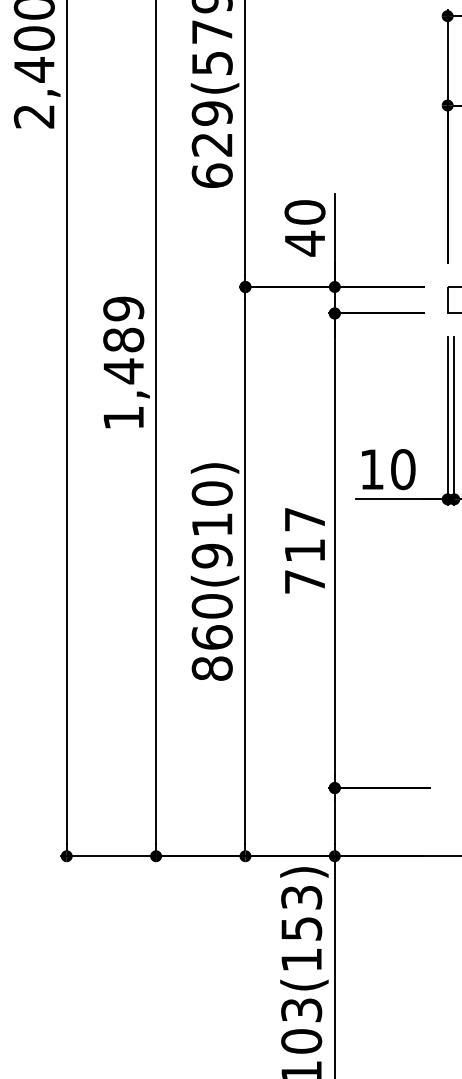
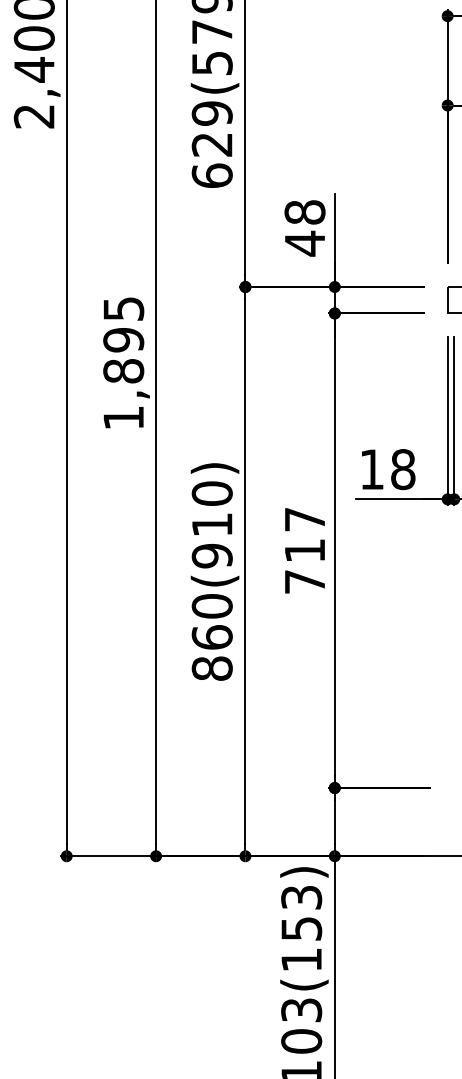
text at (304, 212): 40 -> 48
text at (123, 340): 1,489 -> 1,895
text at (403, 469): 10 -> 18
